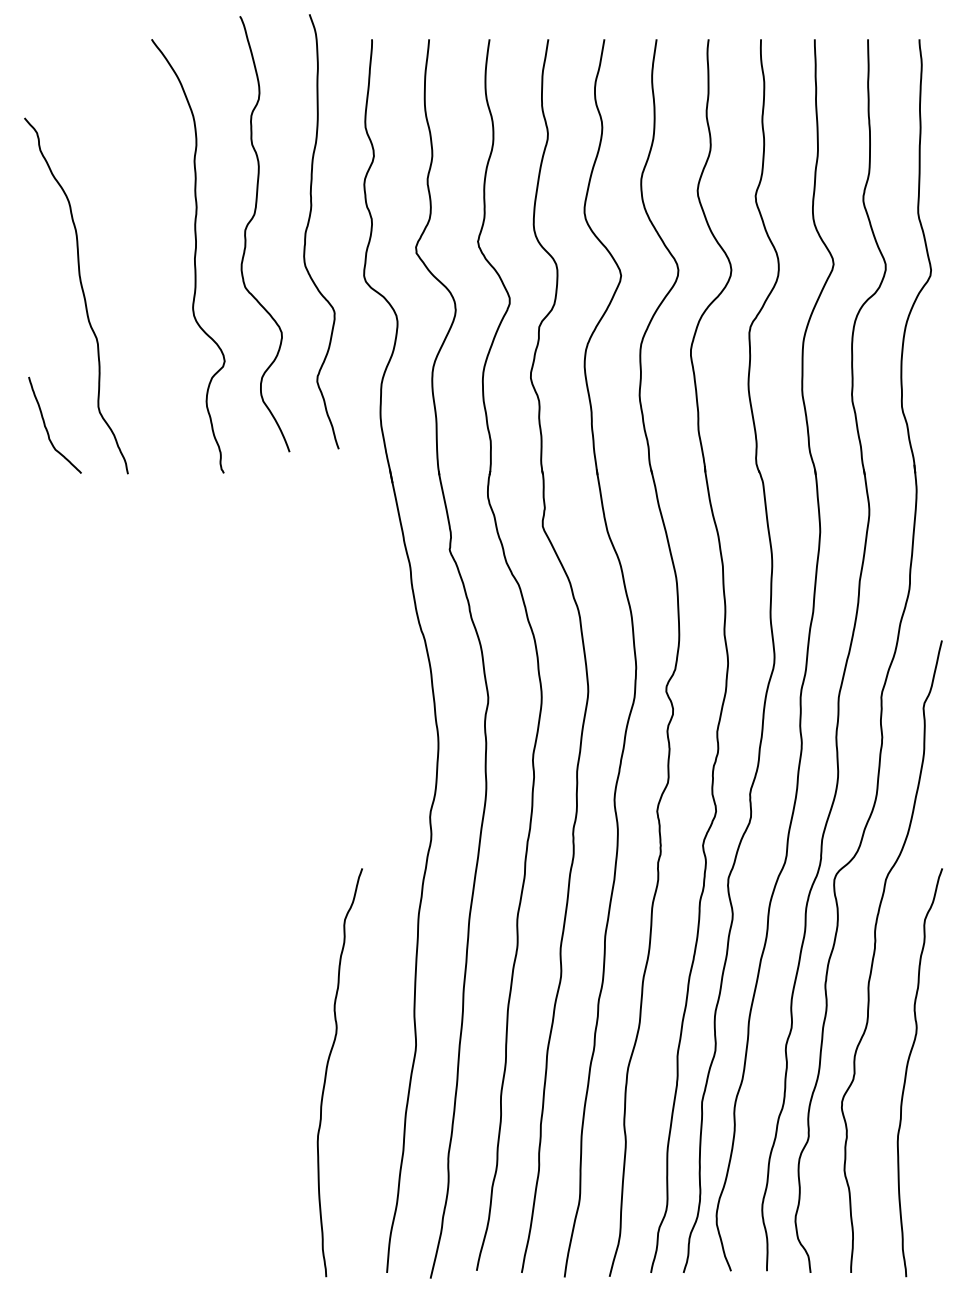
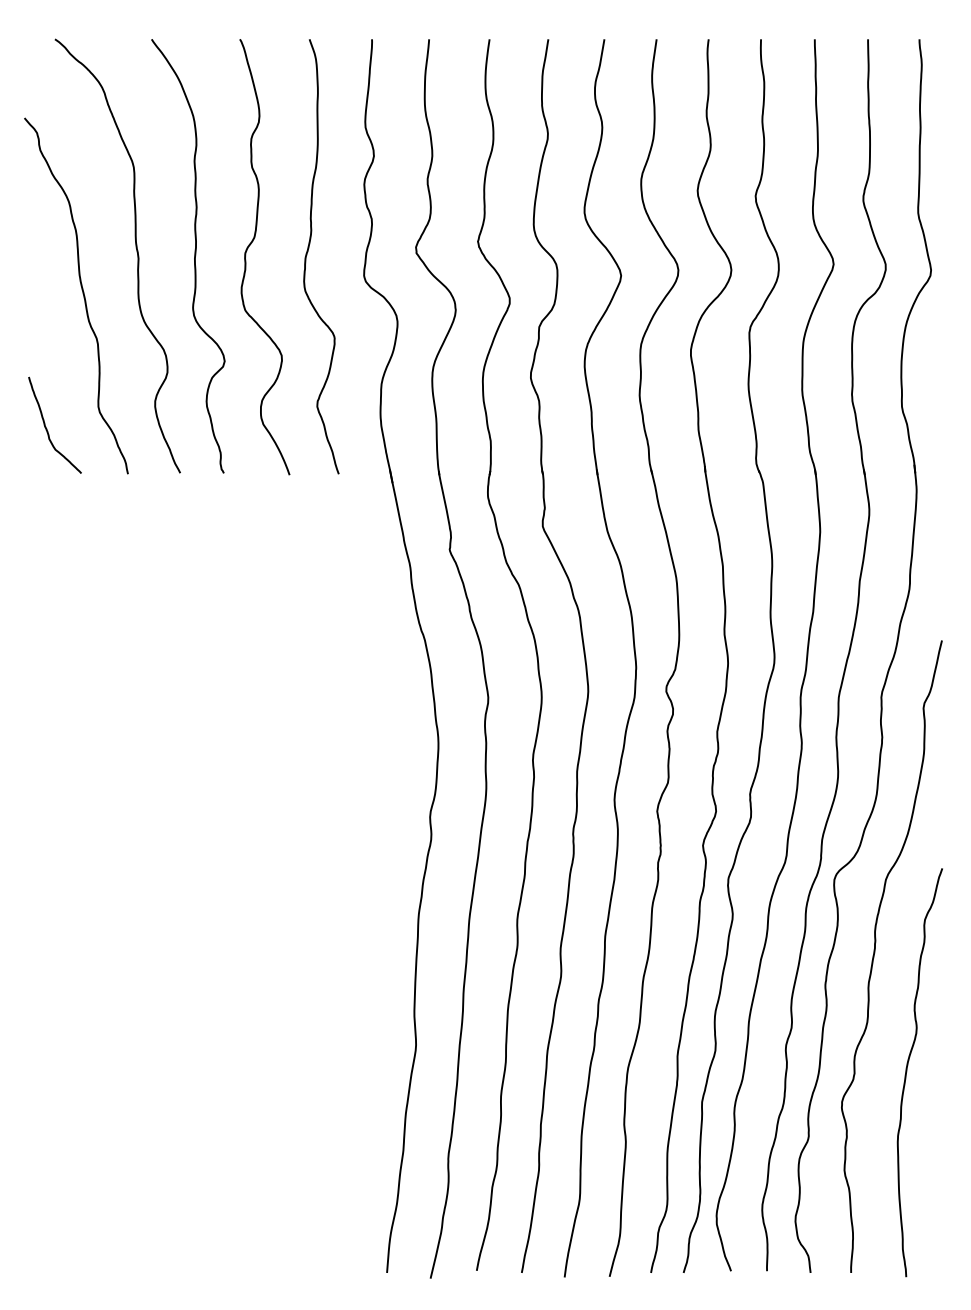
curve at (308, 227) position: (308, 227) -> (308, 252)
curve at (246, 232) position: (246, 232) -> (246, 255)
curve at (136, 252): none -> present
curve at (327, 1071): present -> none
